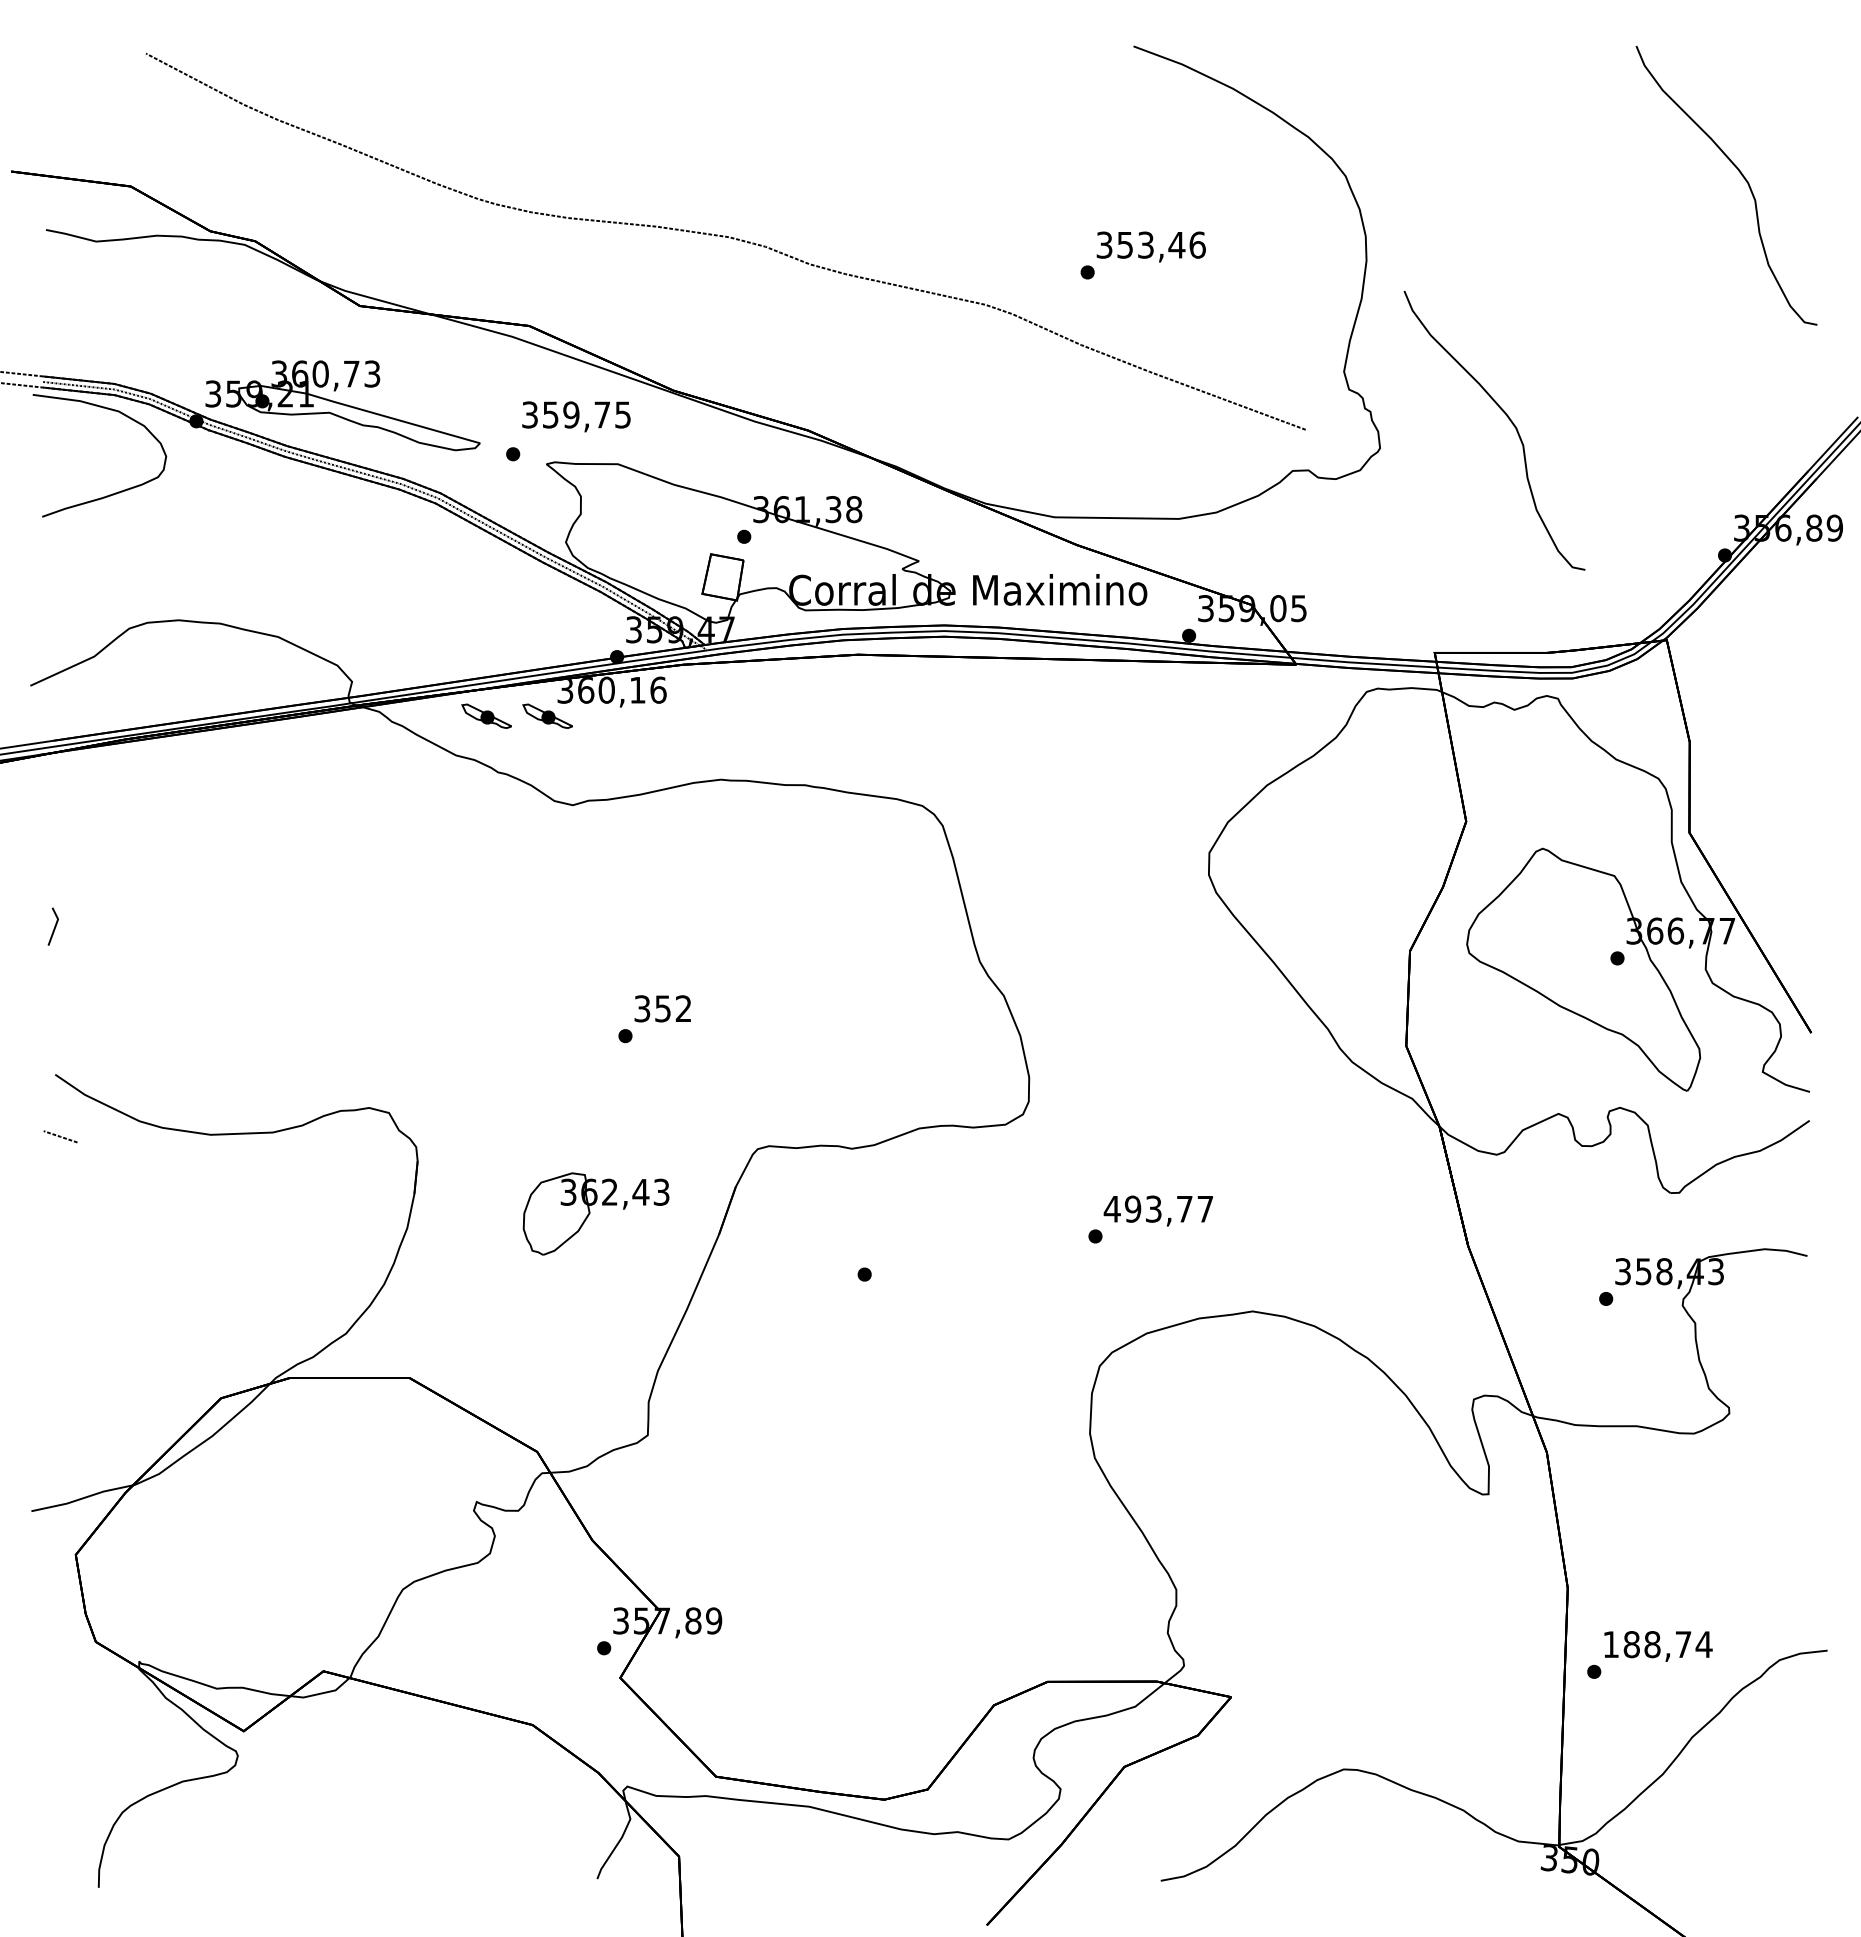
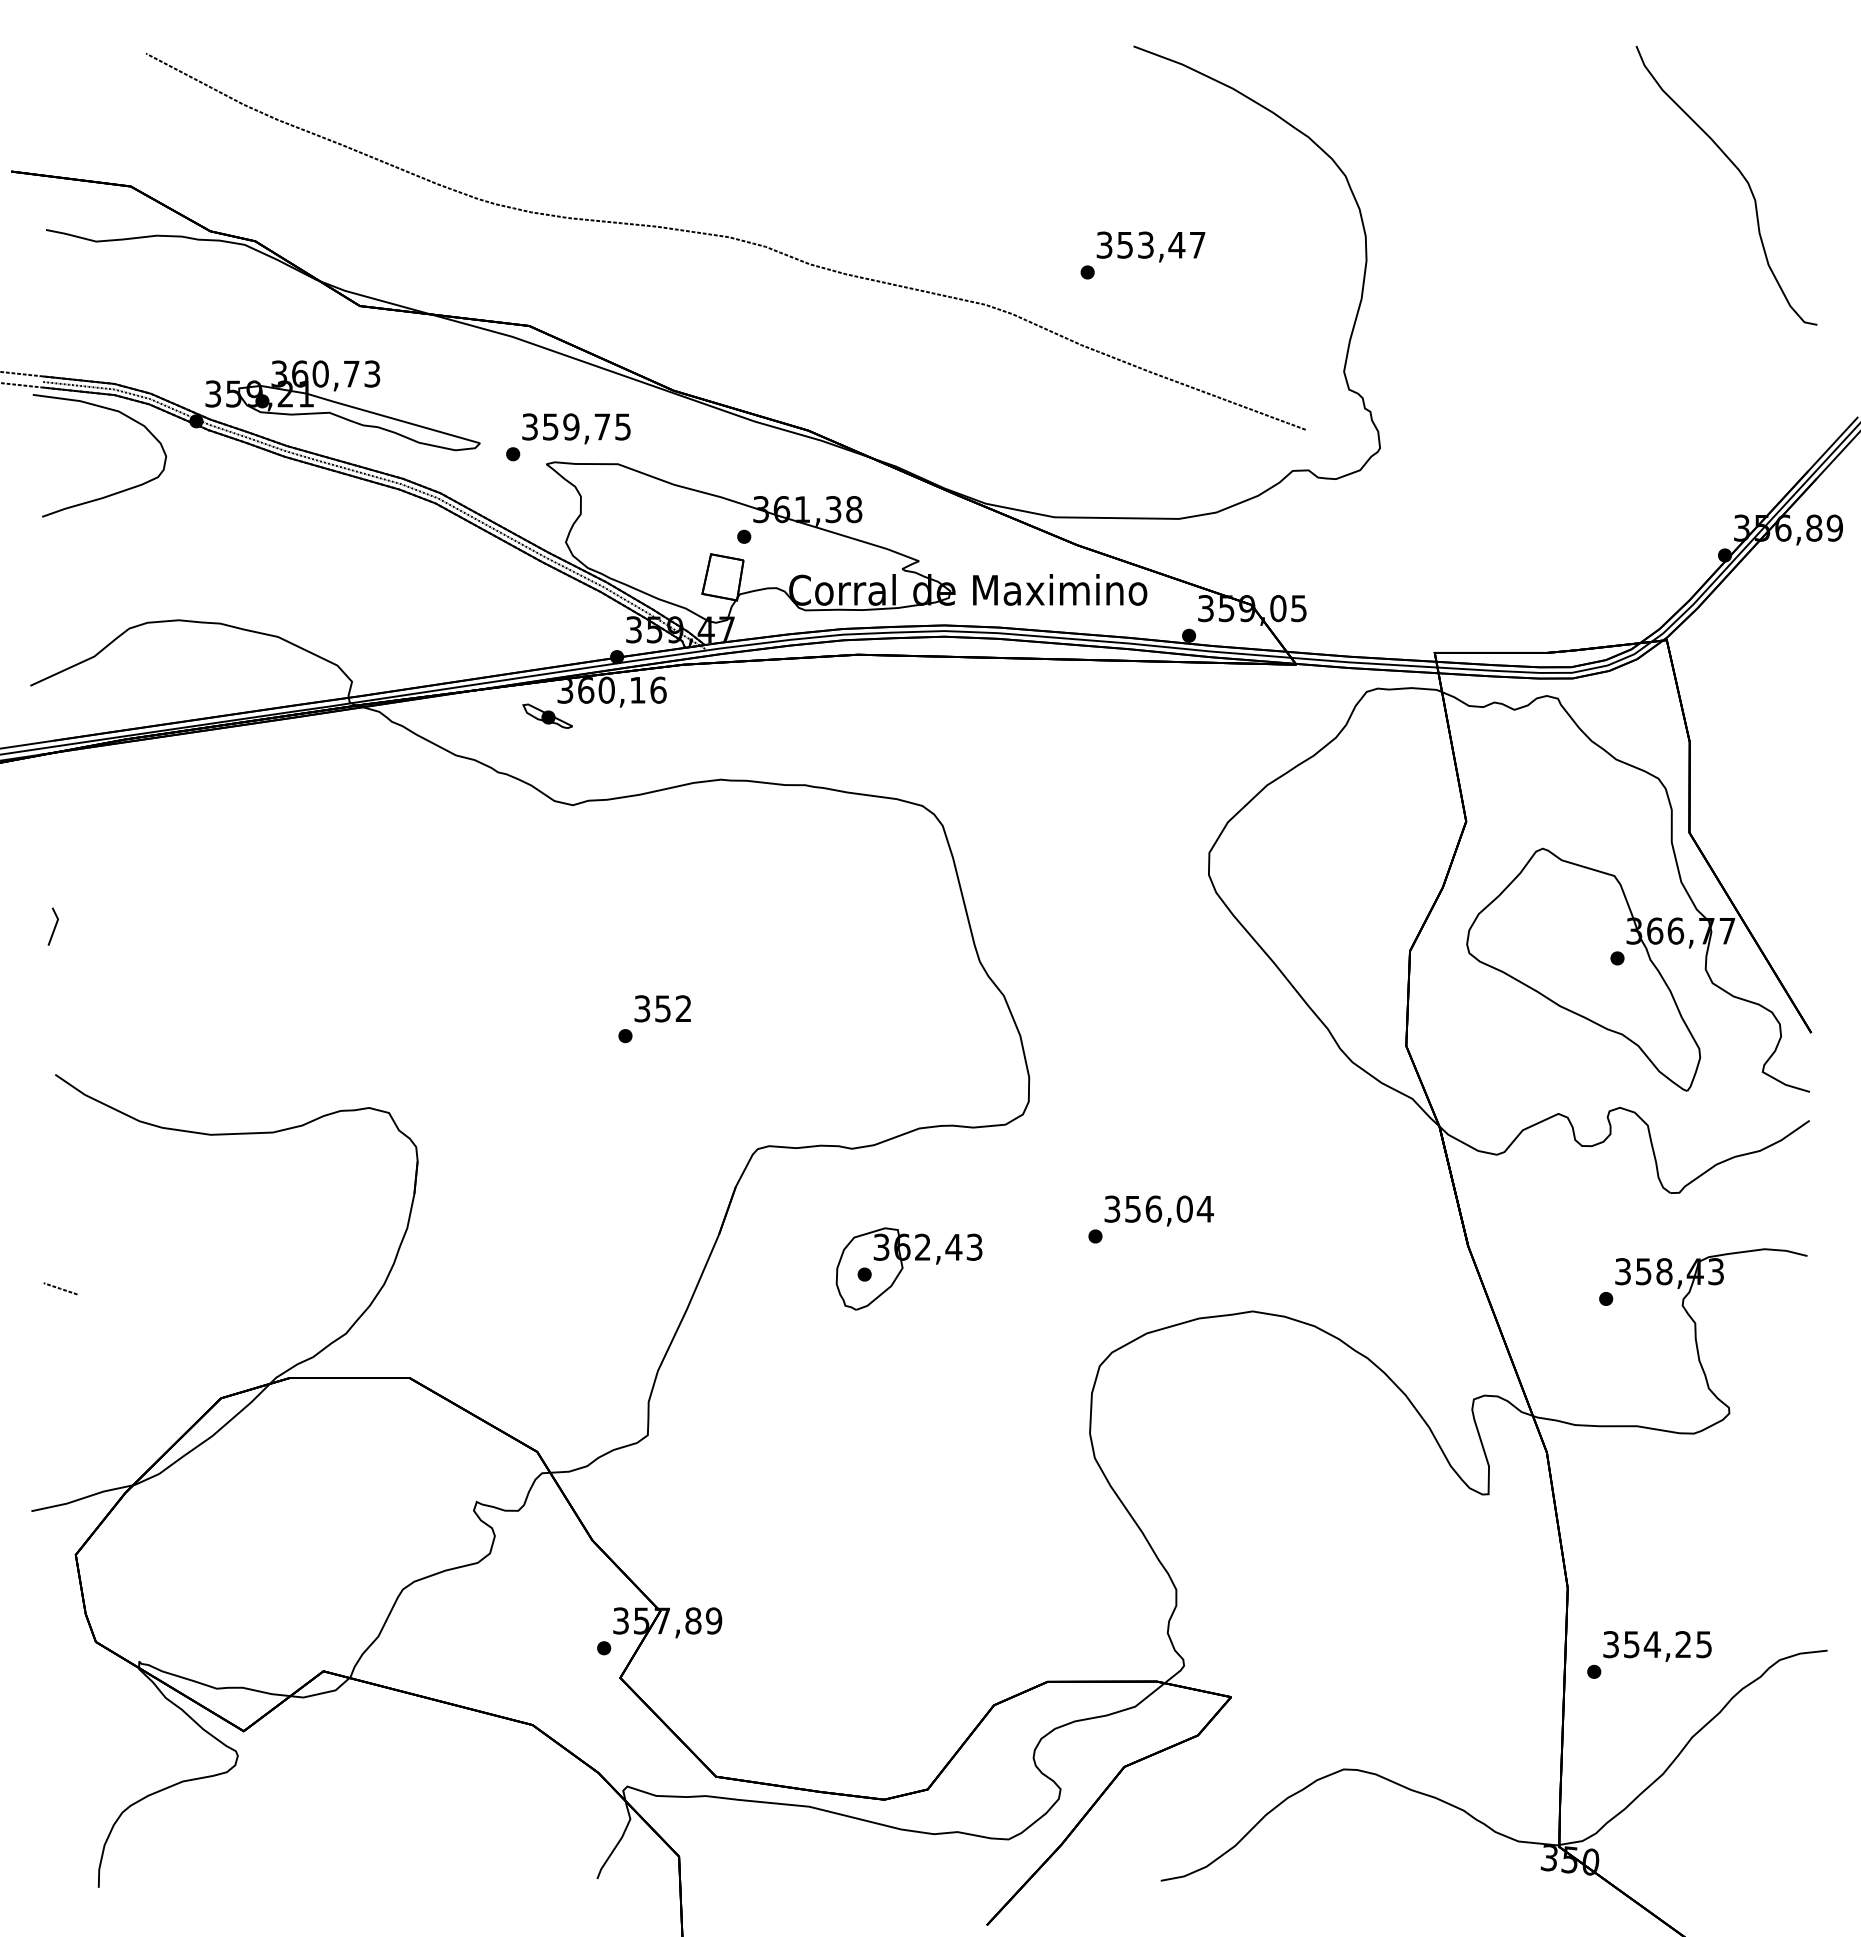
text at (1197, 244): 353,46 -> 353,47
text at (576, 416) position: (576, 416) -> (576, 428)
part at (1508, 419): present -> none
part at (486, 715): present -> none
line at (60, 1136) position: (60, 1136) -> (60, 1288)
text at (1158, 1208): 493,77 -> 356,04
part at (595, 1213) position: (595, 1213) -> (908, 1268)
text at (1657, 1644): 188,74 -> 354,25
